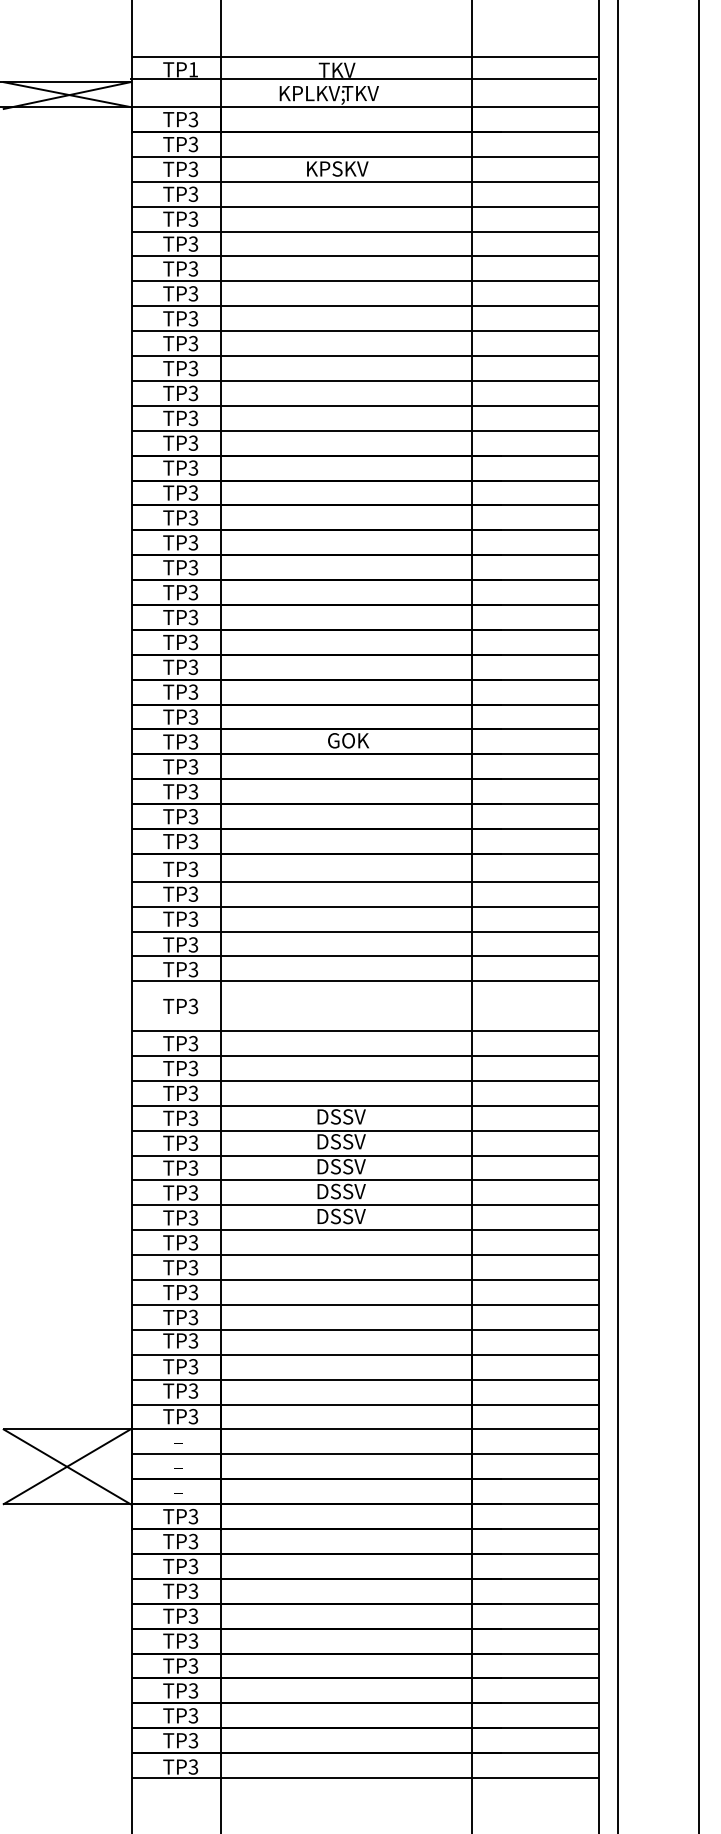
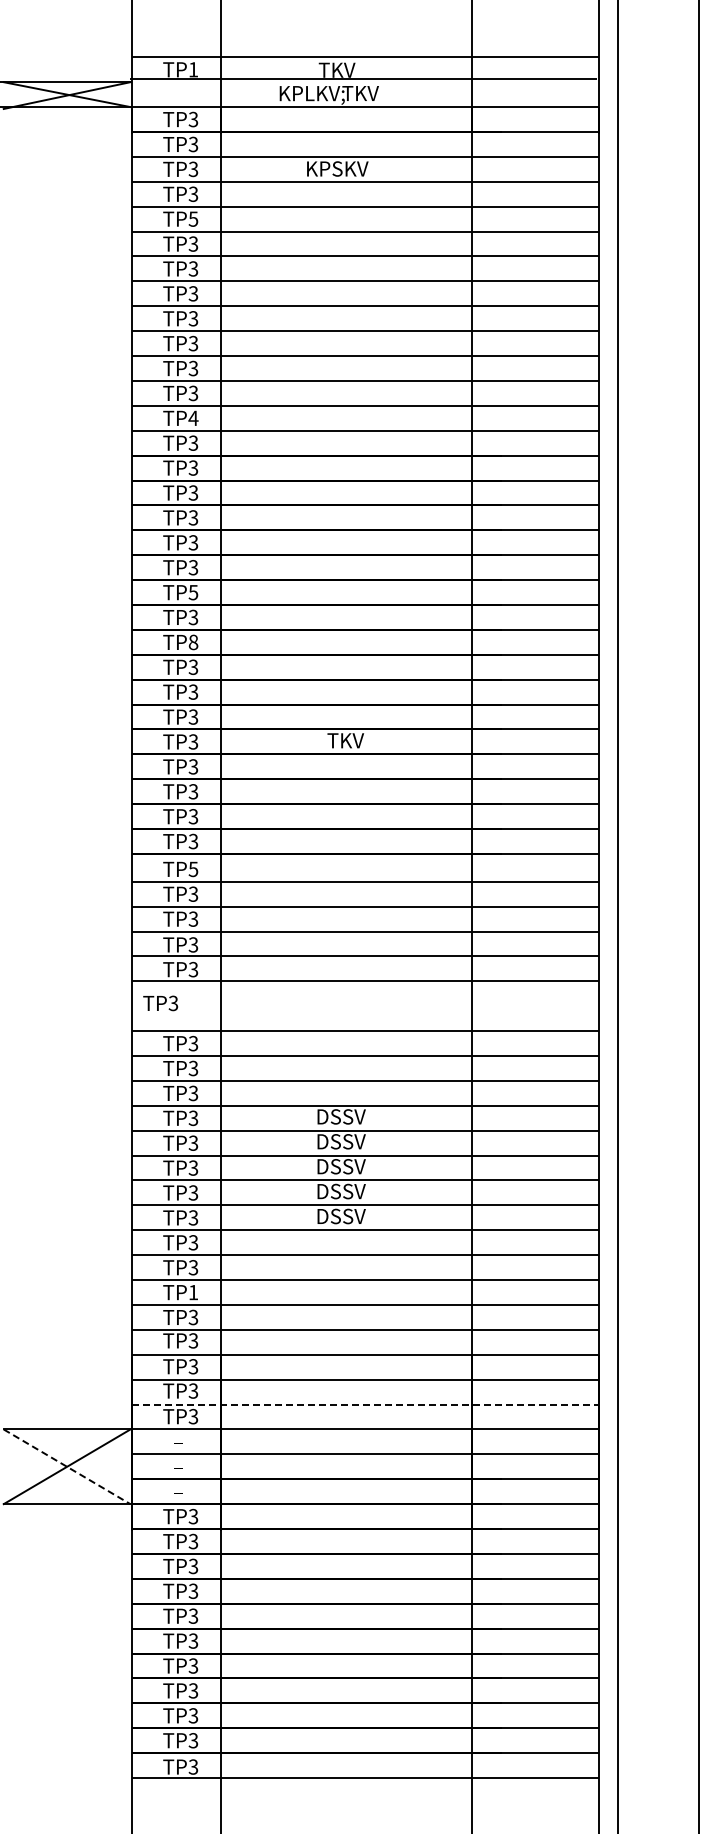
text at (193, 218): TP3 -> TP5
text at (193, 418): TP3 -> TP4
text at (193, 591): TP3 -> TP5
text at (193, 641): TP3 -> TP8
text at (348, 740): GOK -> TKV
text at (193, 868): TP3 -> TP5
text at (180, 1006) position: (180, 1006) -> (160, 1003)
text at (193, 1292): TP3 -> TP1
line at (366, 1404): solid -> dashed
line at (67, 1466): solid -> dashed
